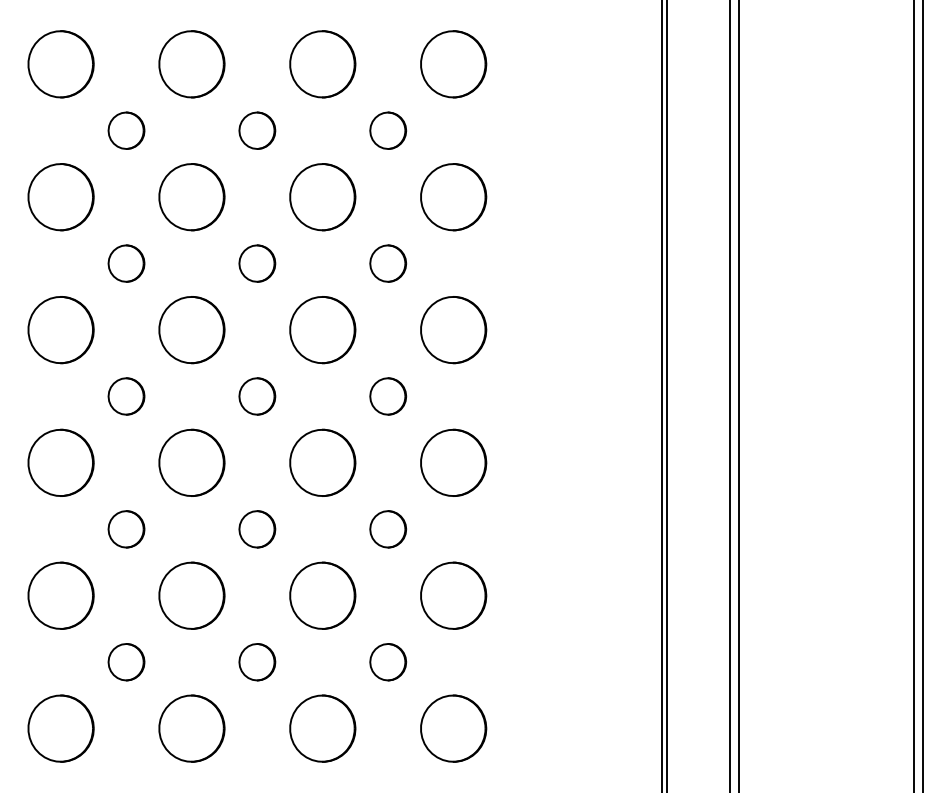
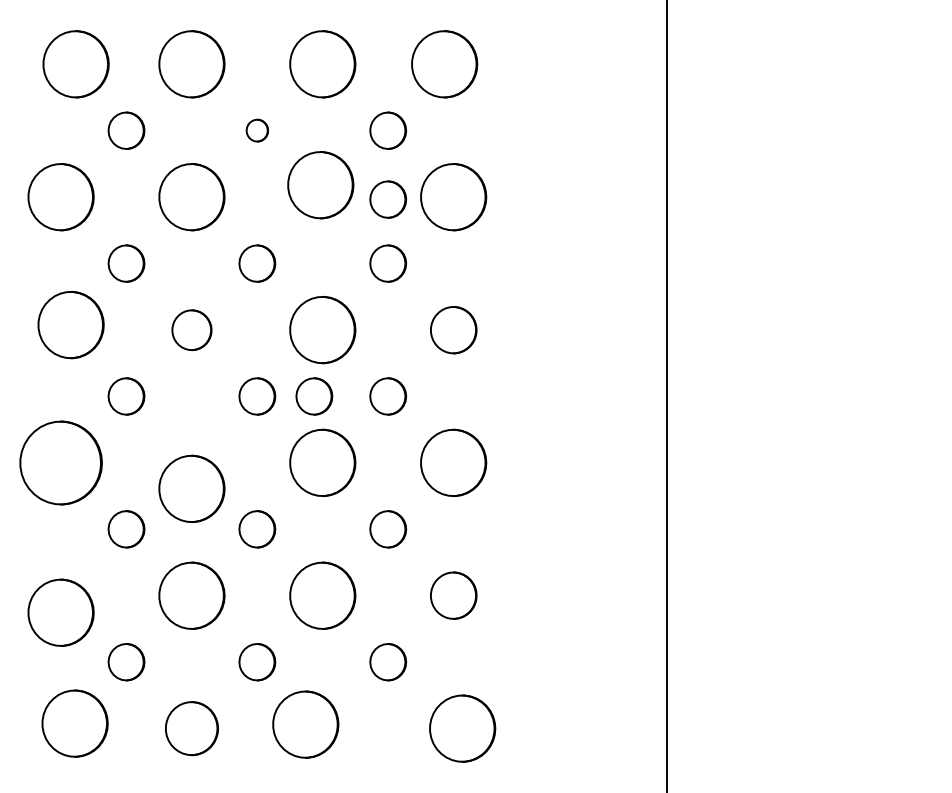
part at (60, 64) position: (60, 64) -> (75, 64)
part at (453, 64) position: (453, 64) -> (444, 64)
part at (257, 130) size: 39x39 px -> 25x25 px
part at (322, 197) position: (322, 197) -> (320, 185)
part at (388, 199): none -> present
part at (60, 330) position: (60, 330) -> (70, 325)
part at (191, 330) size: 68x69 px -> 42x43 px
part at (453, 330) size: 68x69 px -> 48x49 px
line at (661, 395): present -> none
line at (729, 395): present -> none
line at (738, 395): present -> none
line at (913, 395): present -> none
line at (923, 395): present -> none
part at (314, 396): none -> present
part at (60, 462) size: 68x69 px -> 84x86 px
part at (191, 462) position: (191, 462) -> (191, 488)
part at (60, 595) position: (60, 595) -> (60, 612)
part at (453, 595) size: 68x69 px -> 48x49 px
part at (60, 728) position: (60, 728) -> (74, 723)
part at (191, 728) size: 68x69 px -> 54x56 px
part at (322, 728) position: (322, 728) -> (305, 724)
part at (453, 728) position: (453, 728) -> (462, 728)
